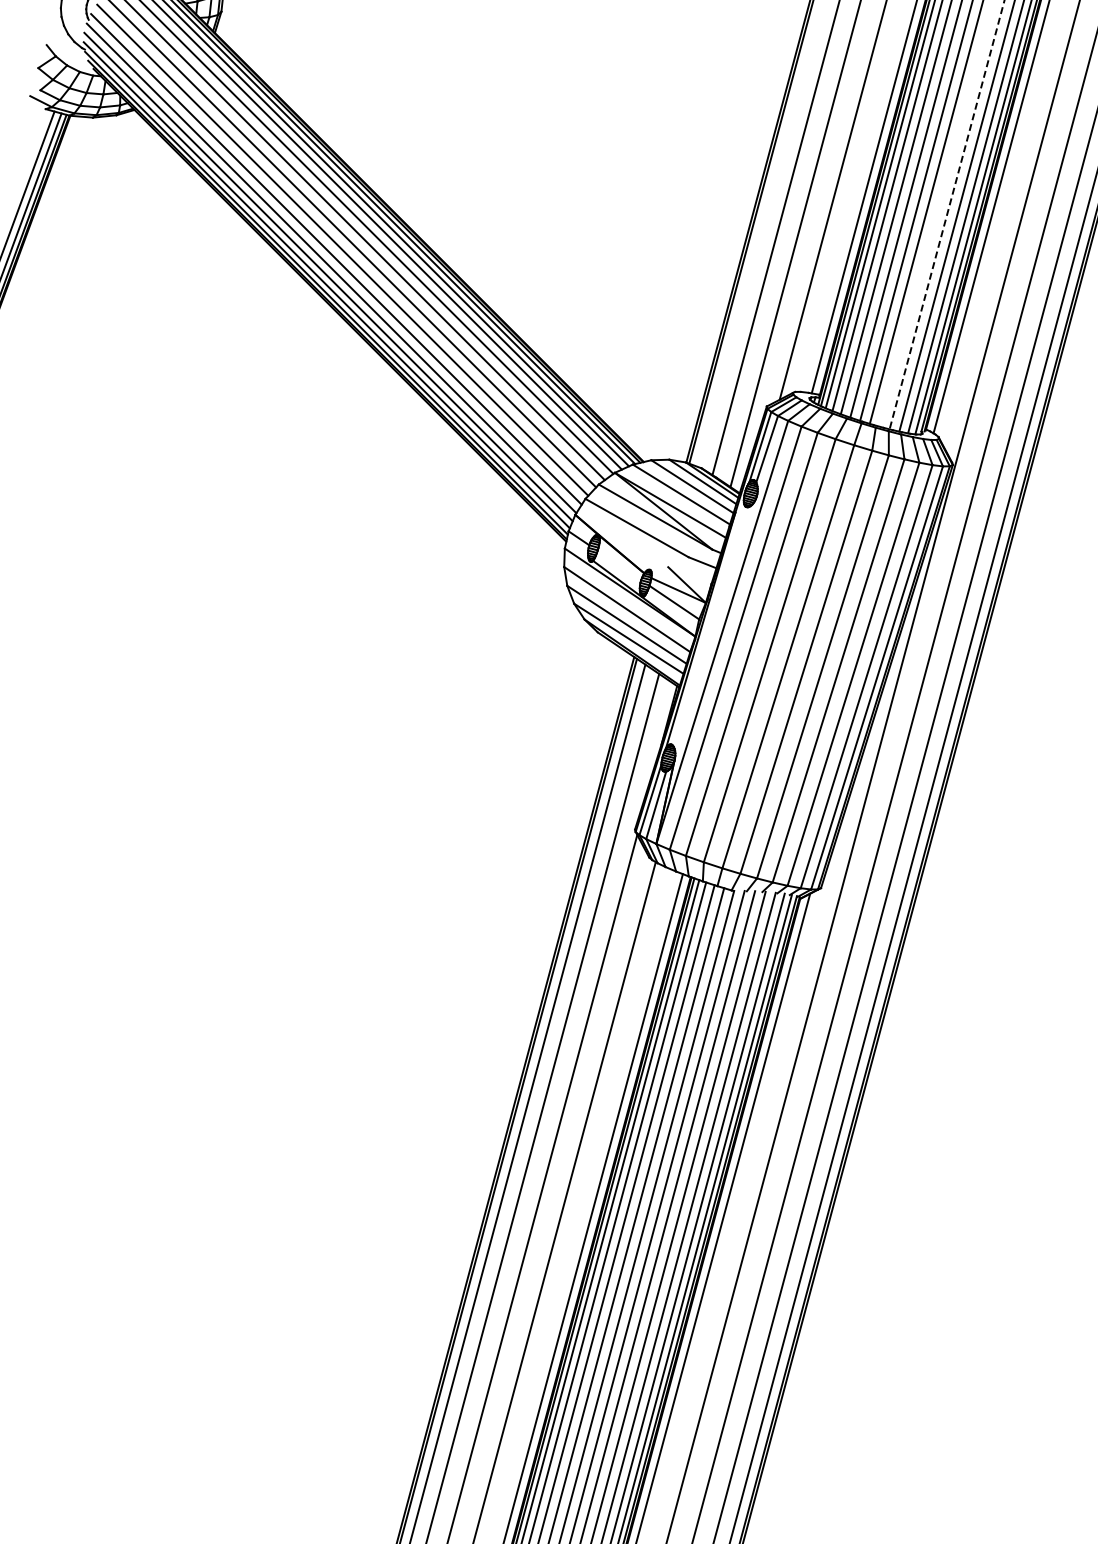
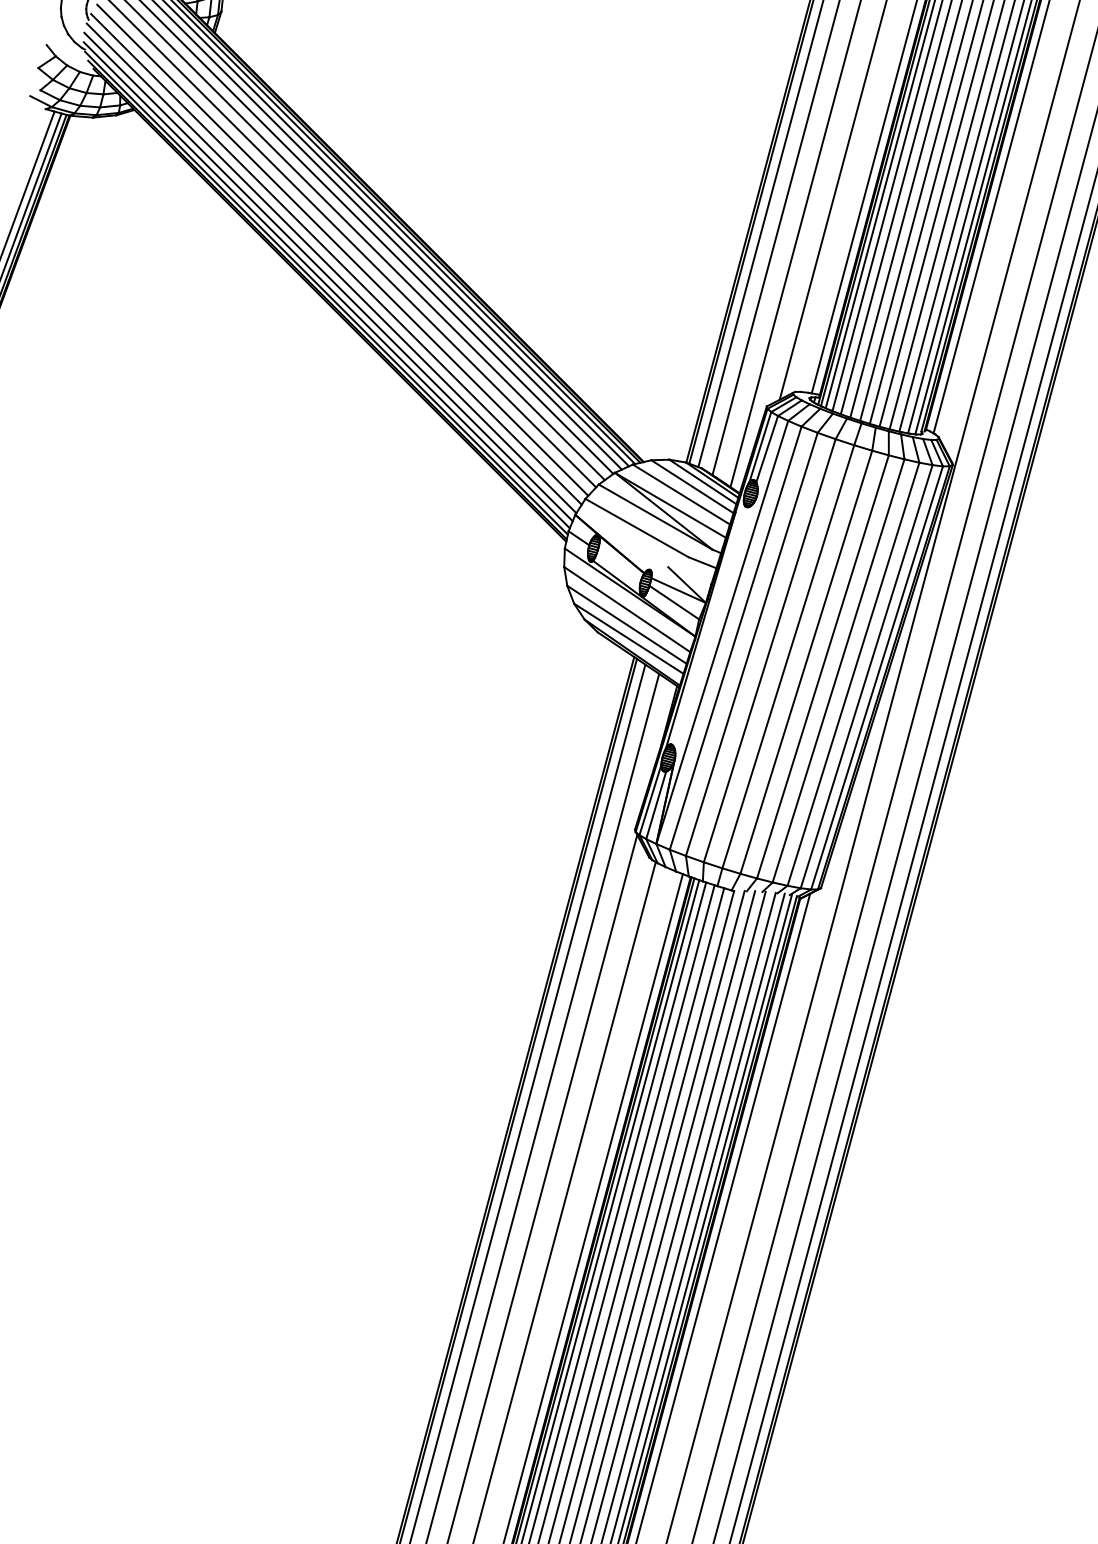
line at (936, 214): none -> present
line at (947, 215): dashed -> solid
line at (760, 234): none -> present
